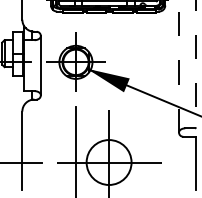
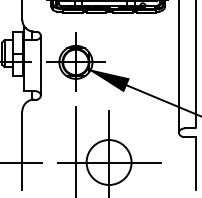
line at (195, 64): dashed -> solid
line at (179, 66): dashed -> solid
